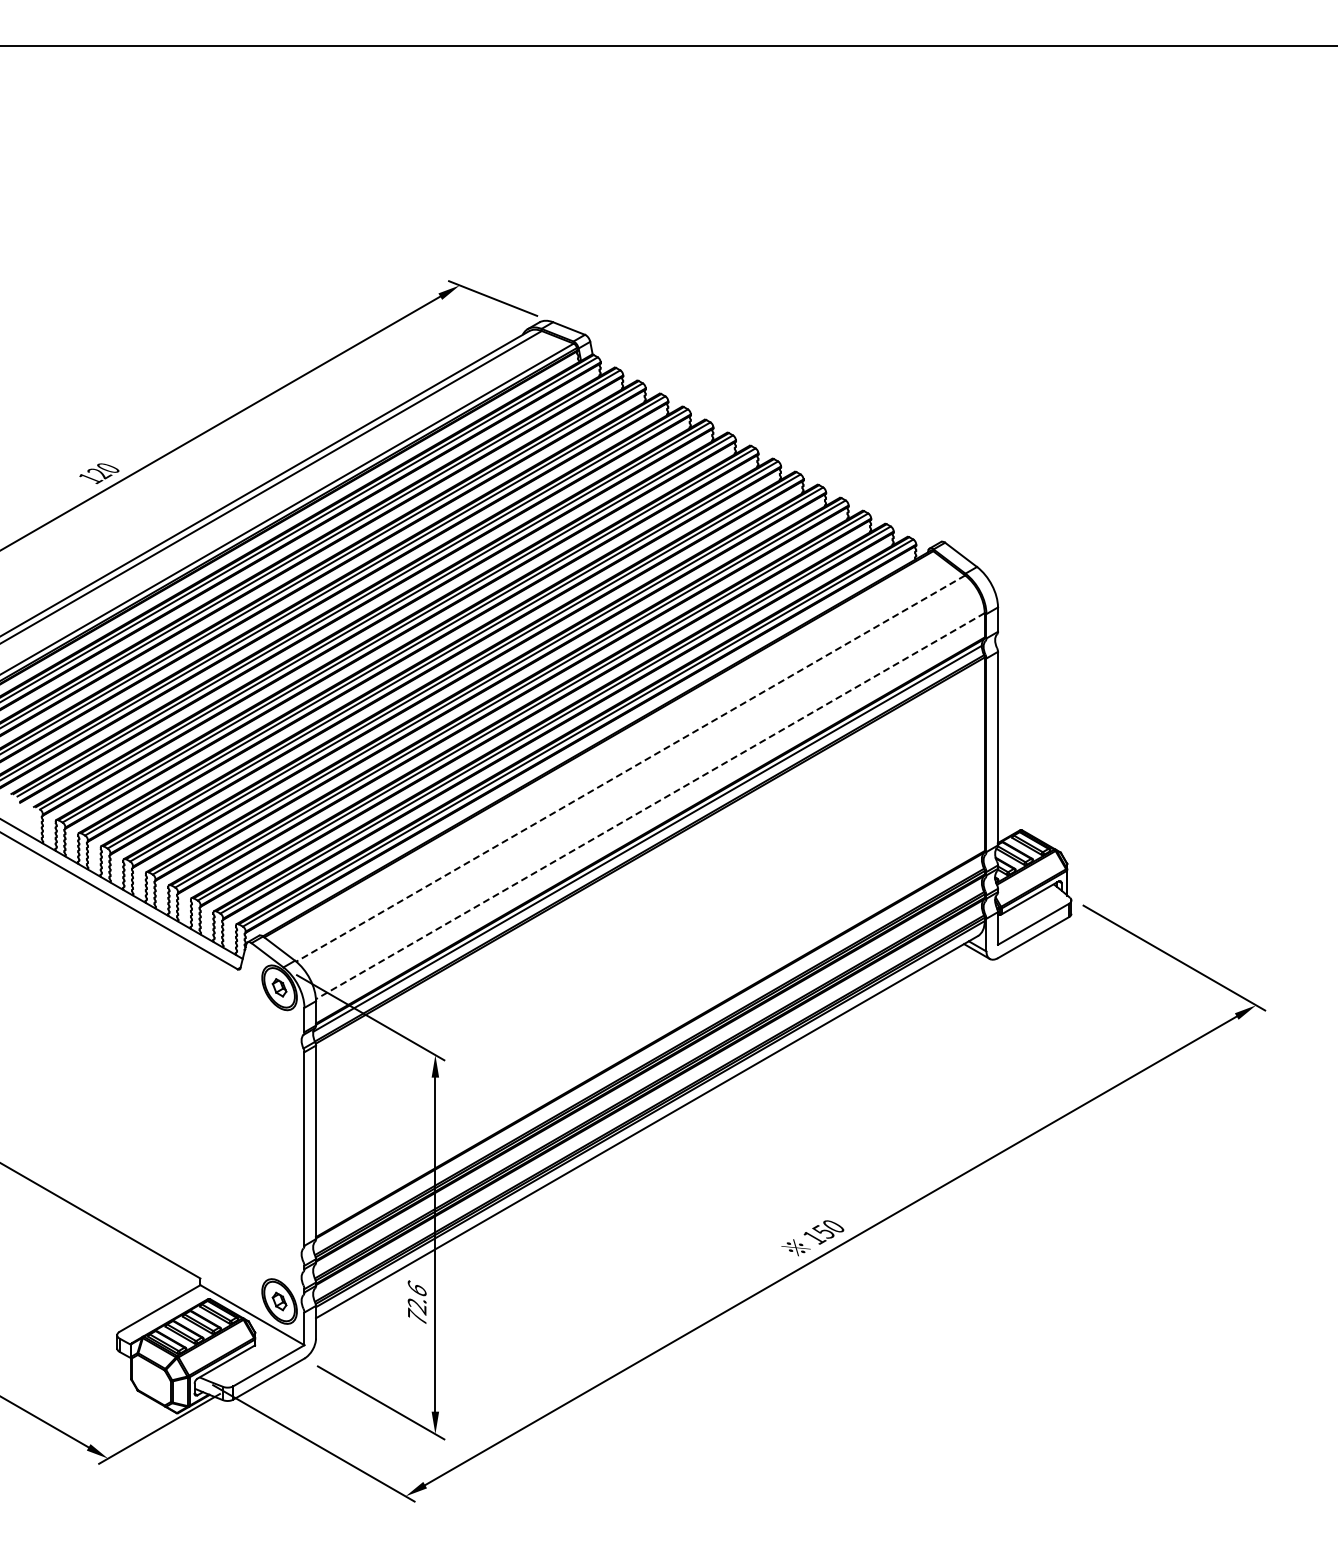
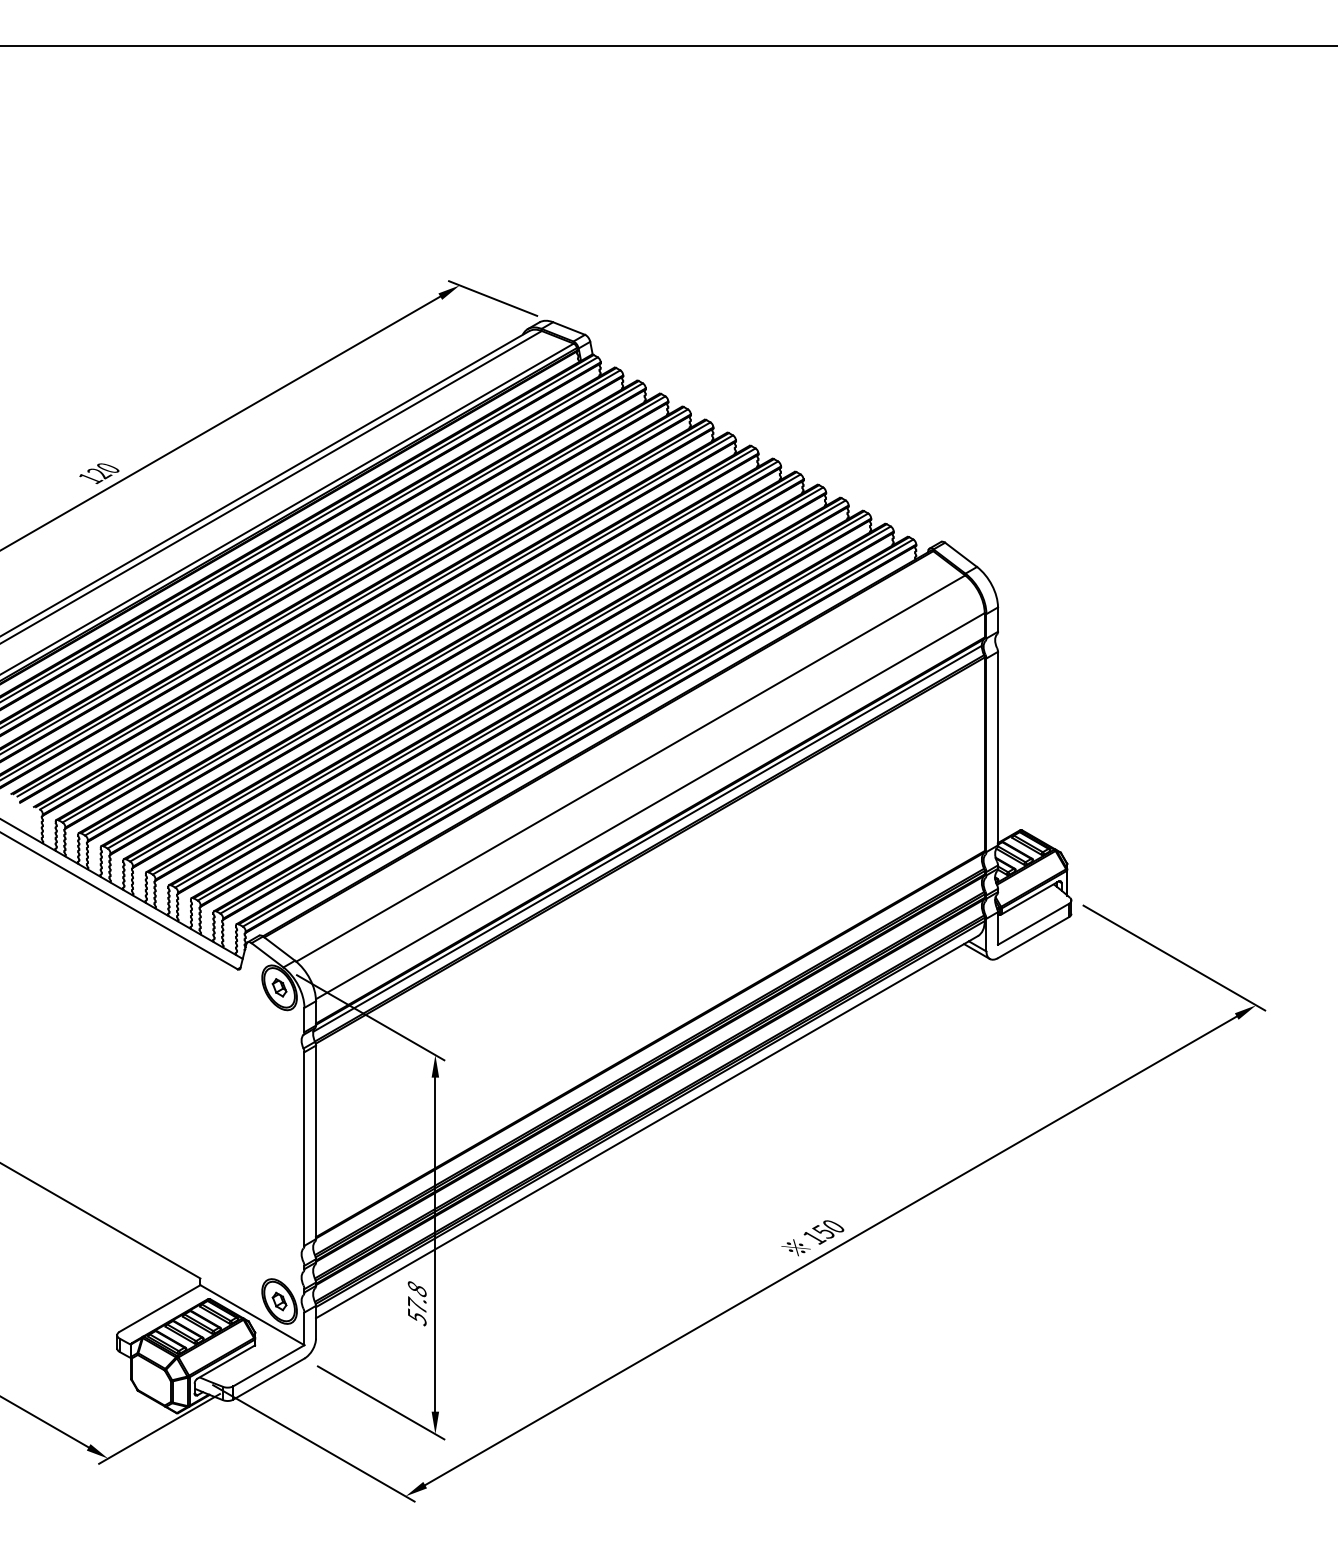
line at (630, 768): dashed -> solid
line at (649, 806): dashed -> solid
text at (416, 1303): 72.6 -> 57.8
